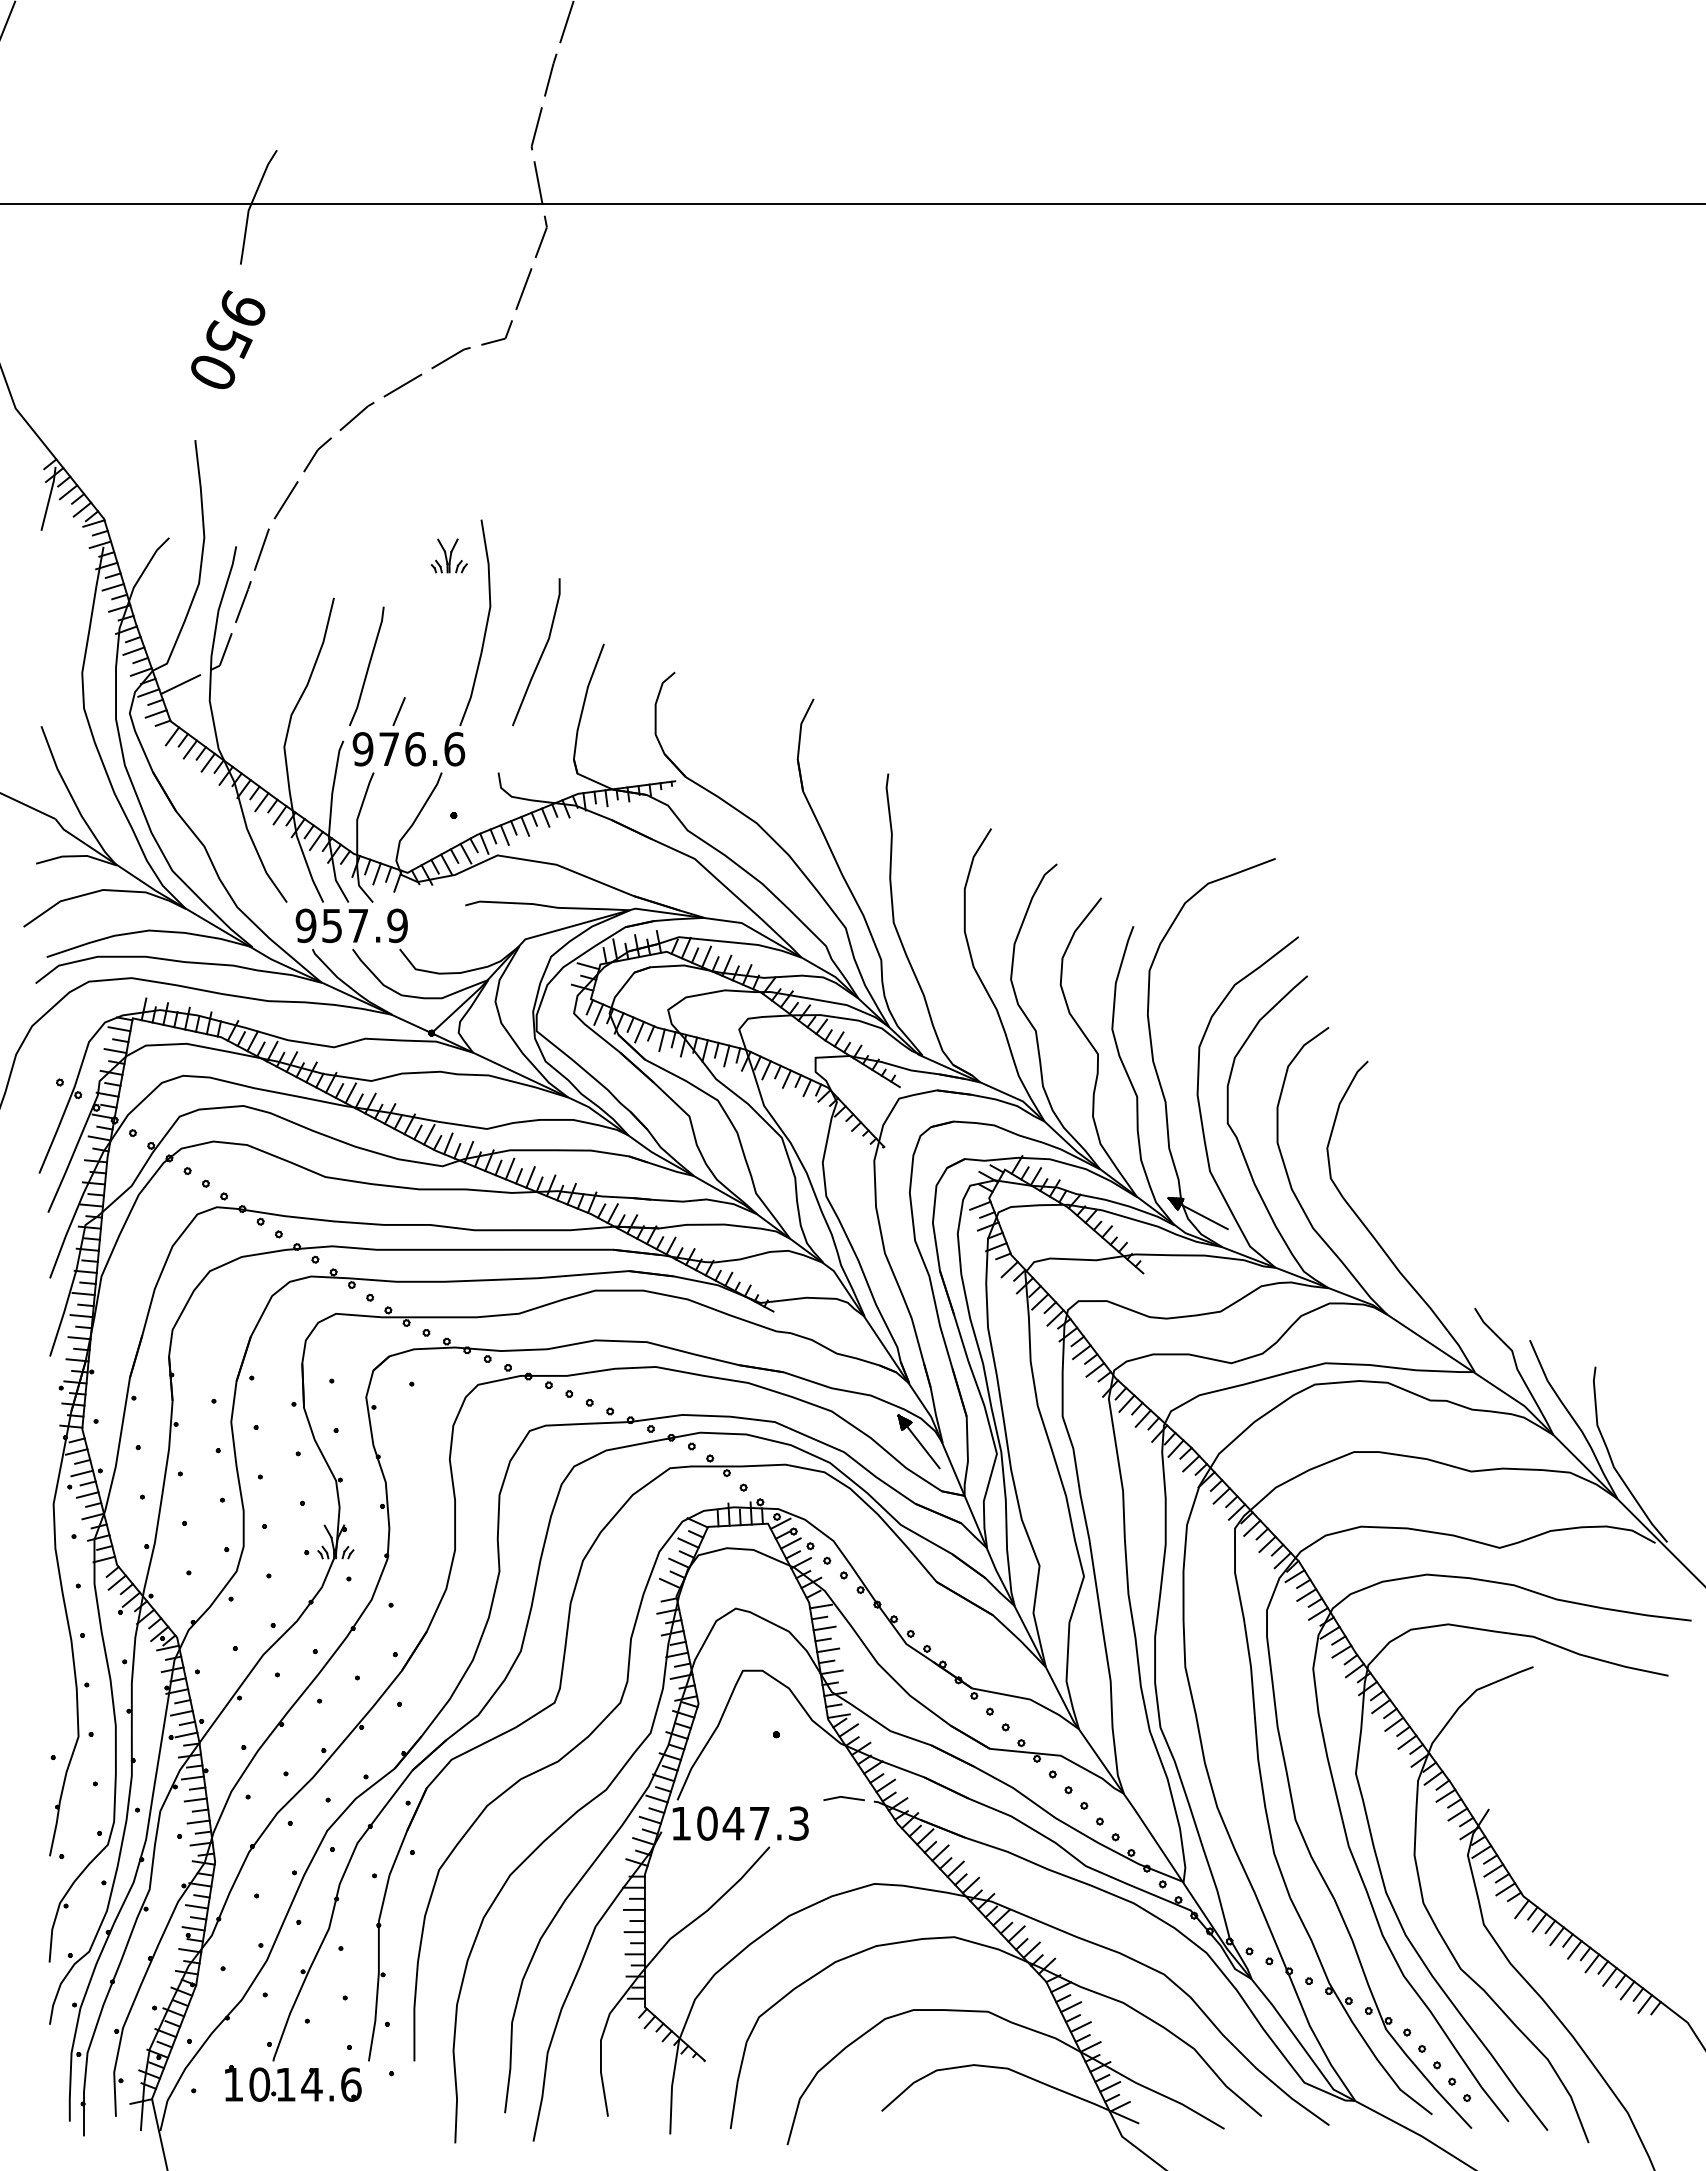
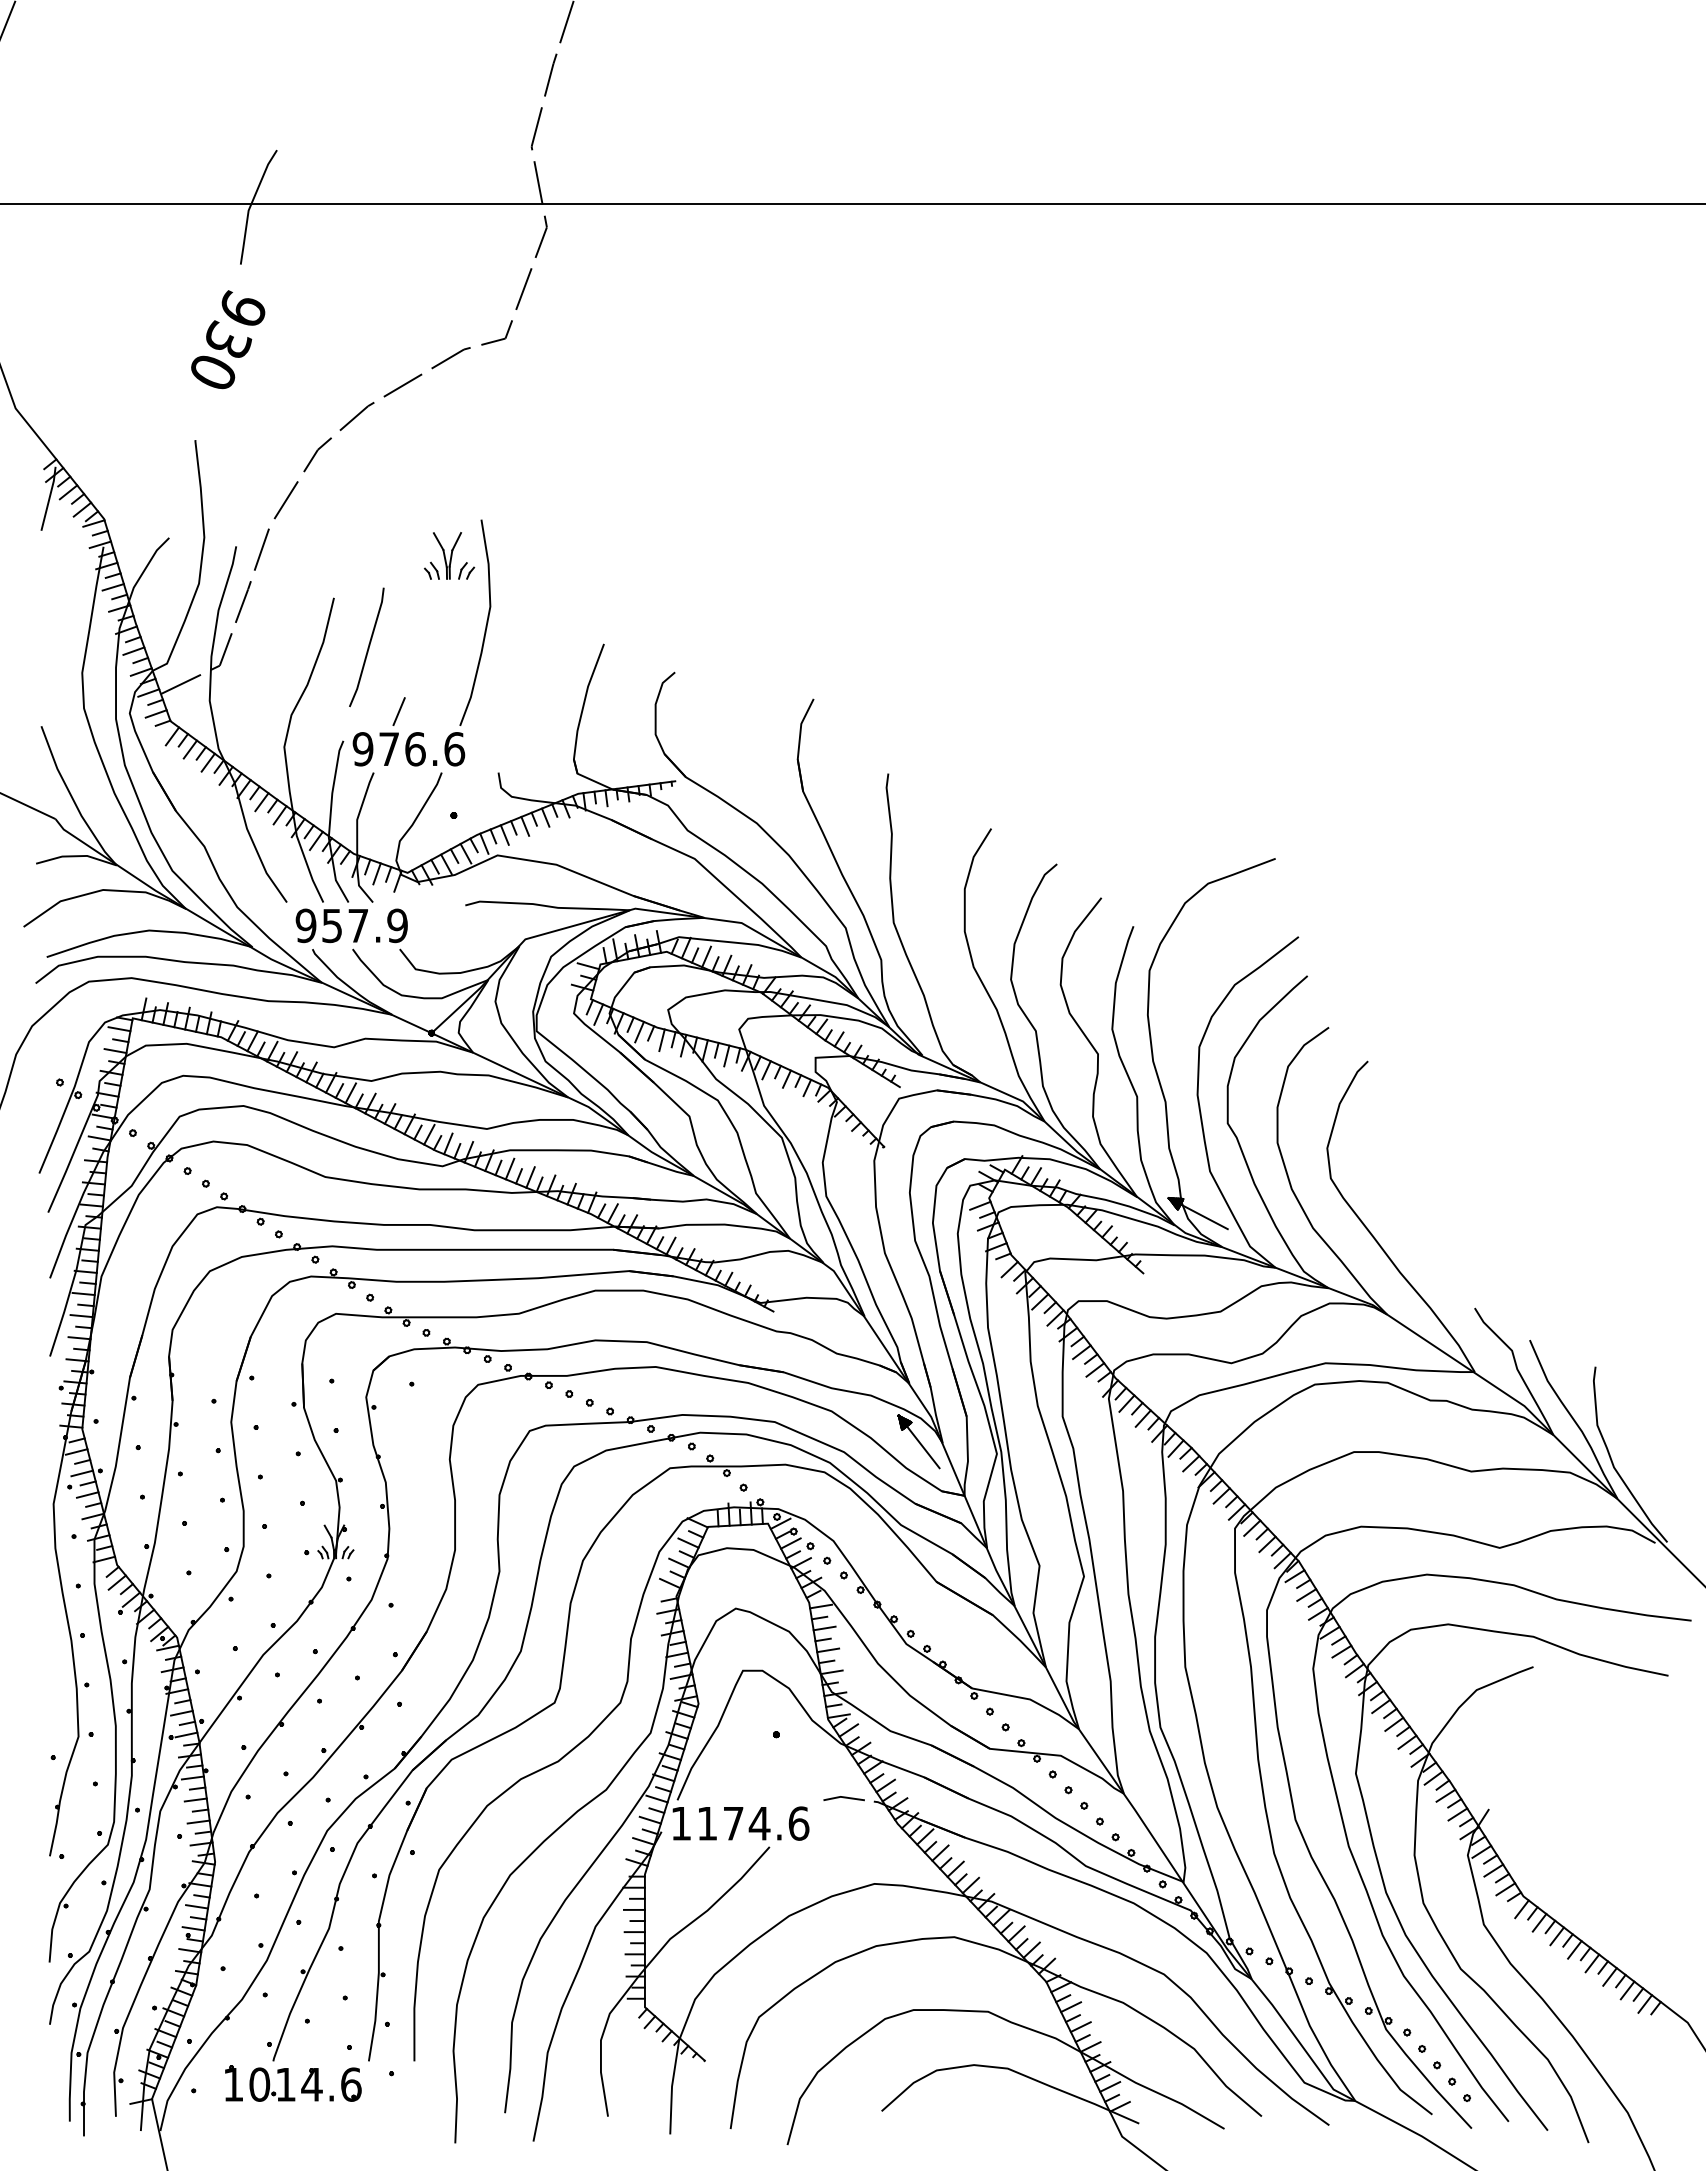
text at (229, 339): 950 -> 930
part at (448, 555) size: 38x36 px -> 52x48 px
curve at (540, 655): present -> none
line at (367, 666) position: (367, 666) -> (367, 647)
text at (753, 1823): 1047.3 -> 1174.6
